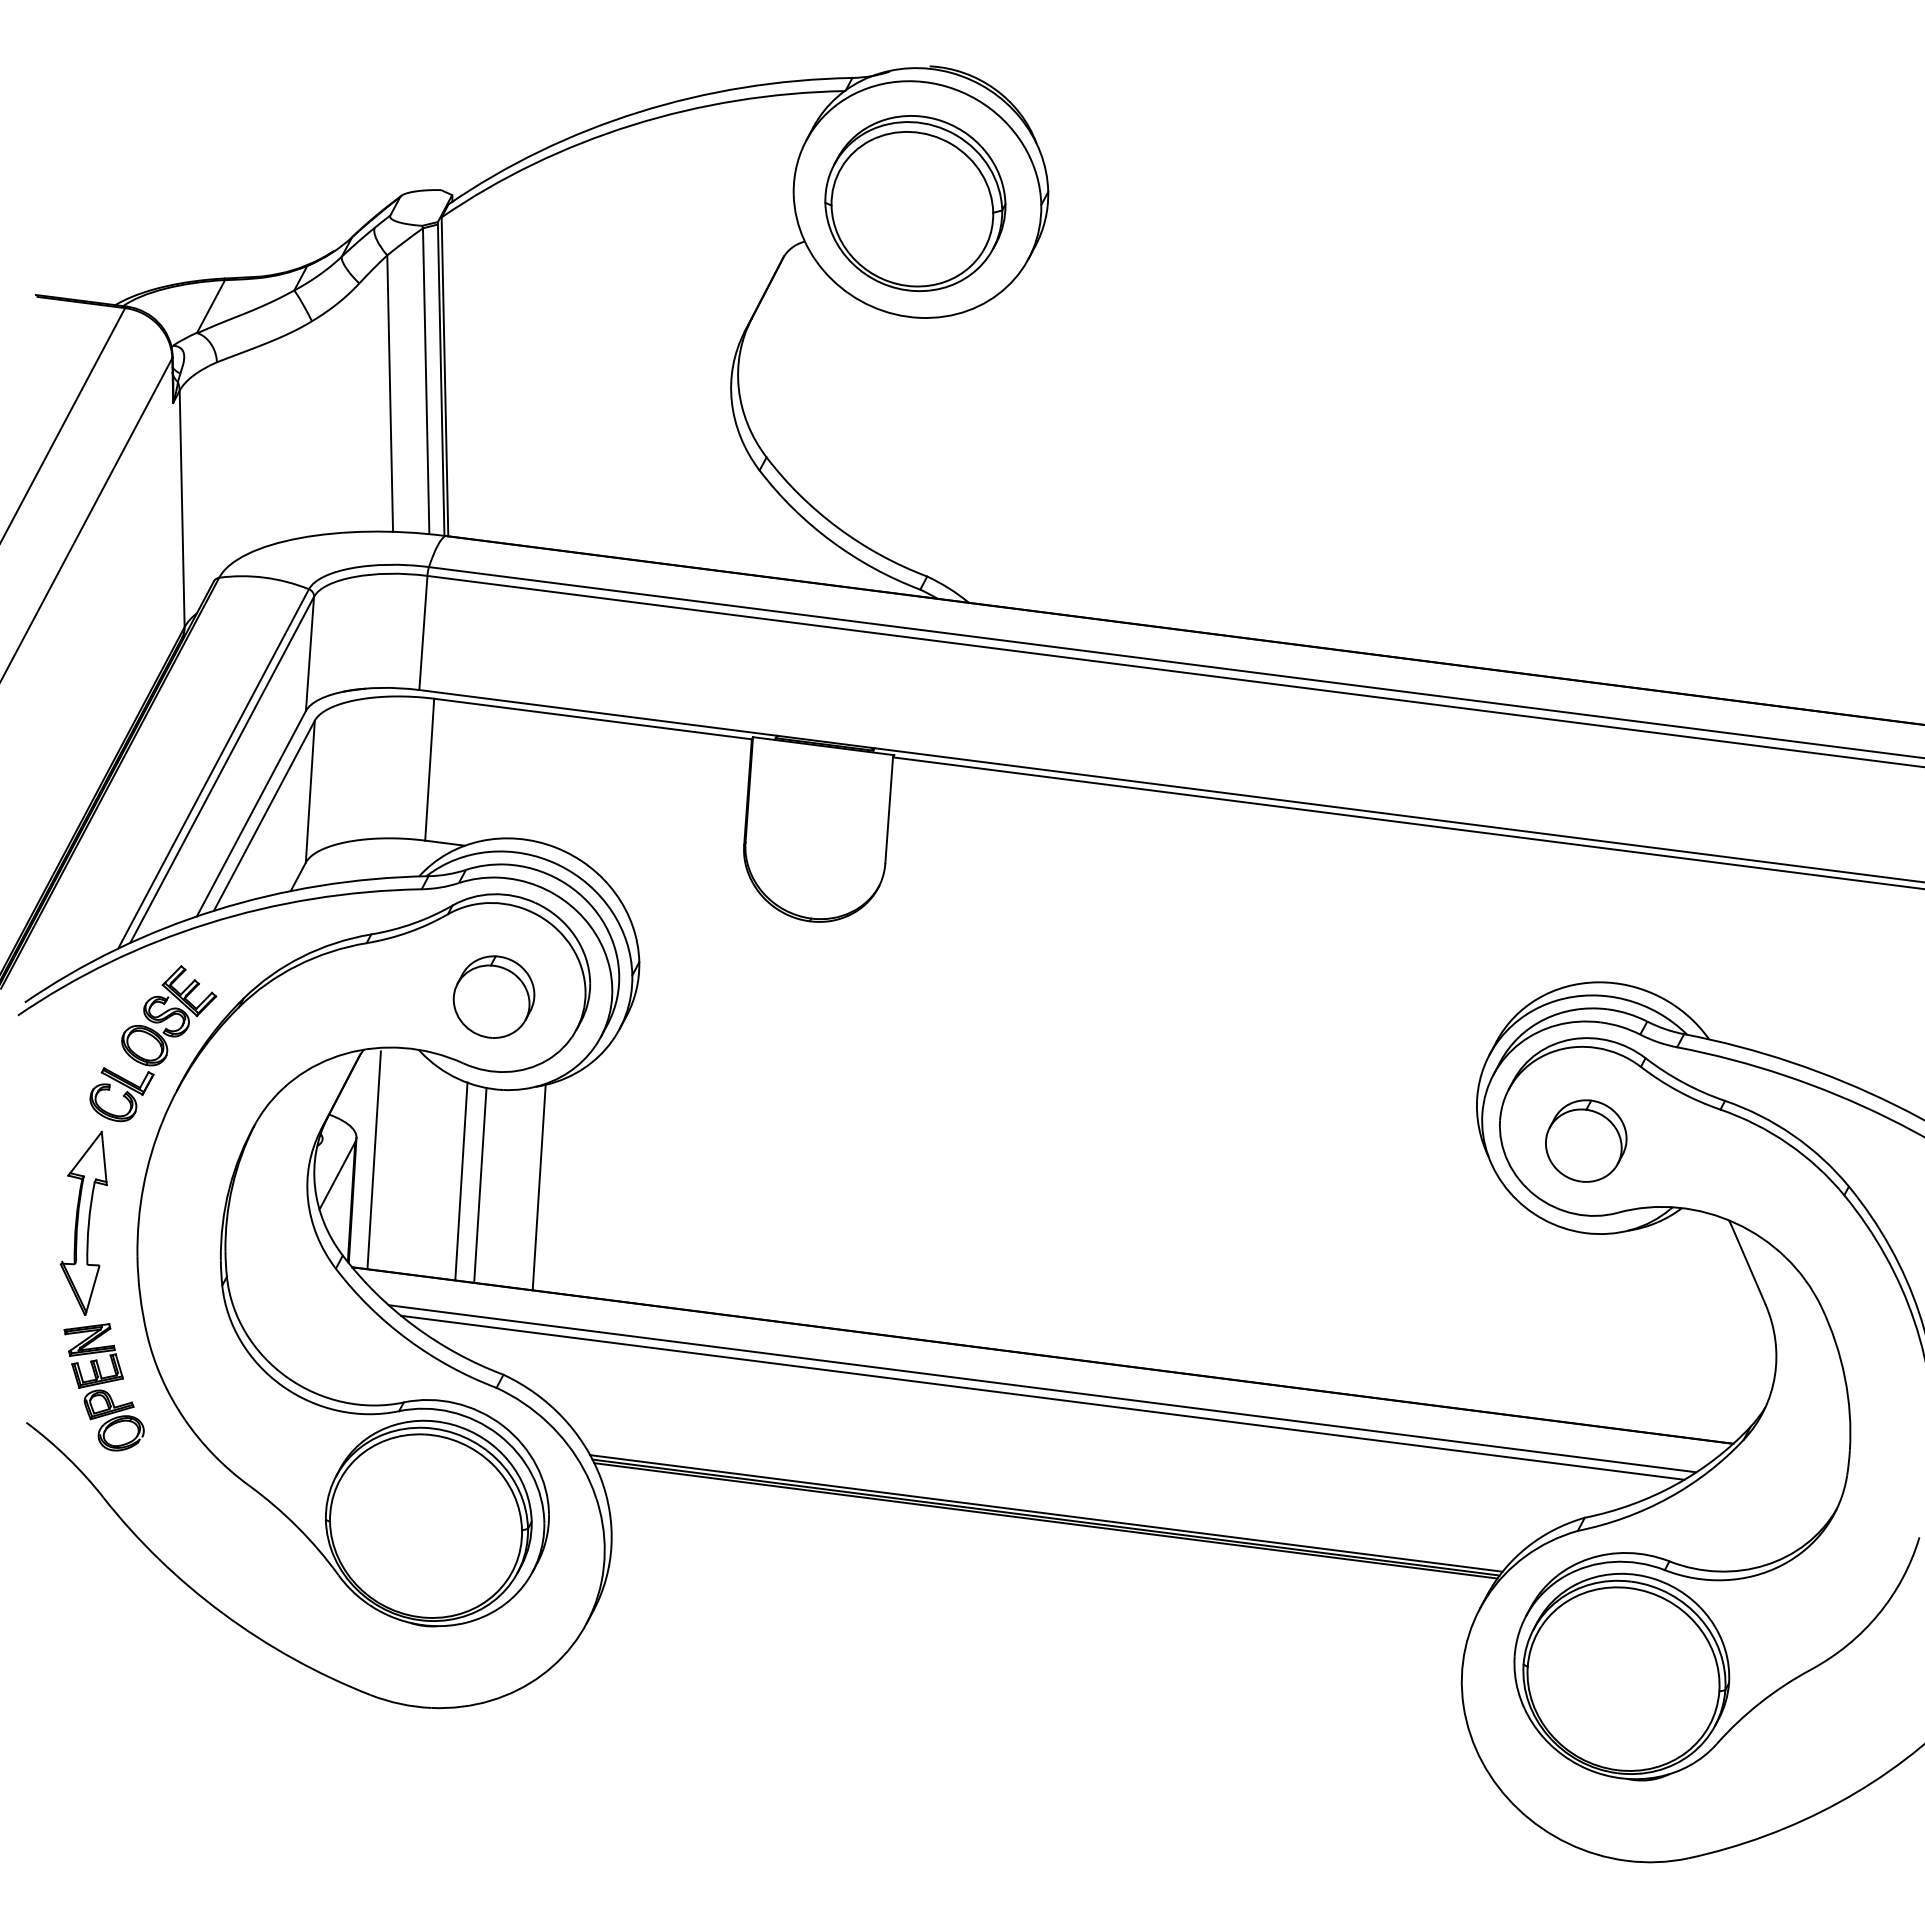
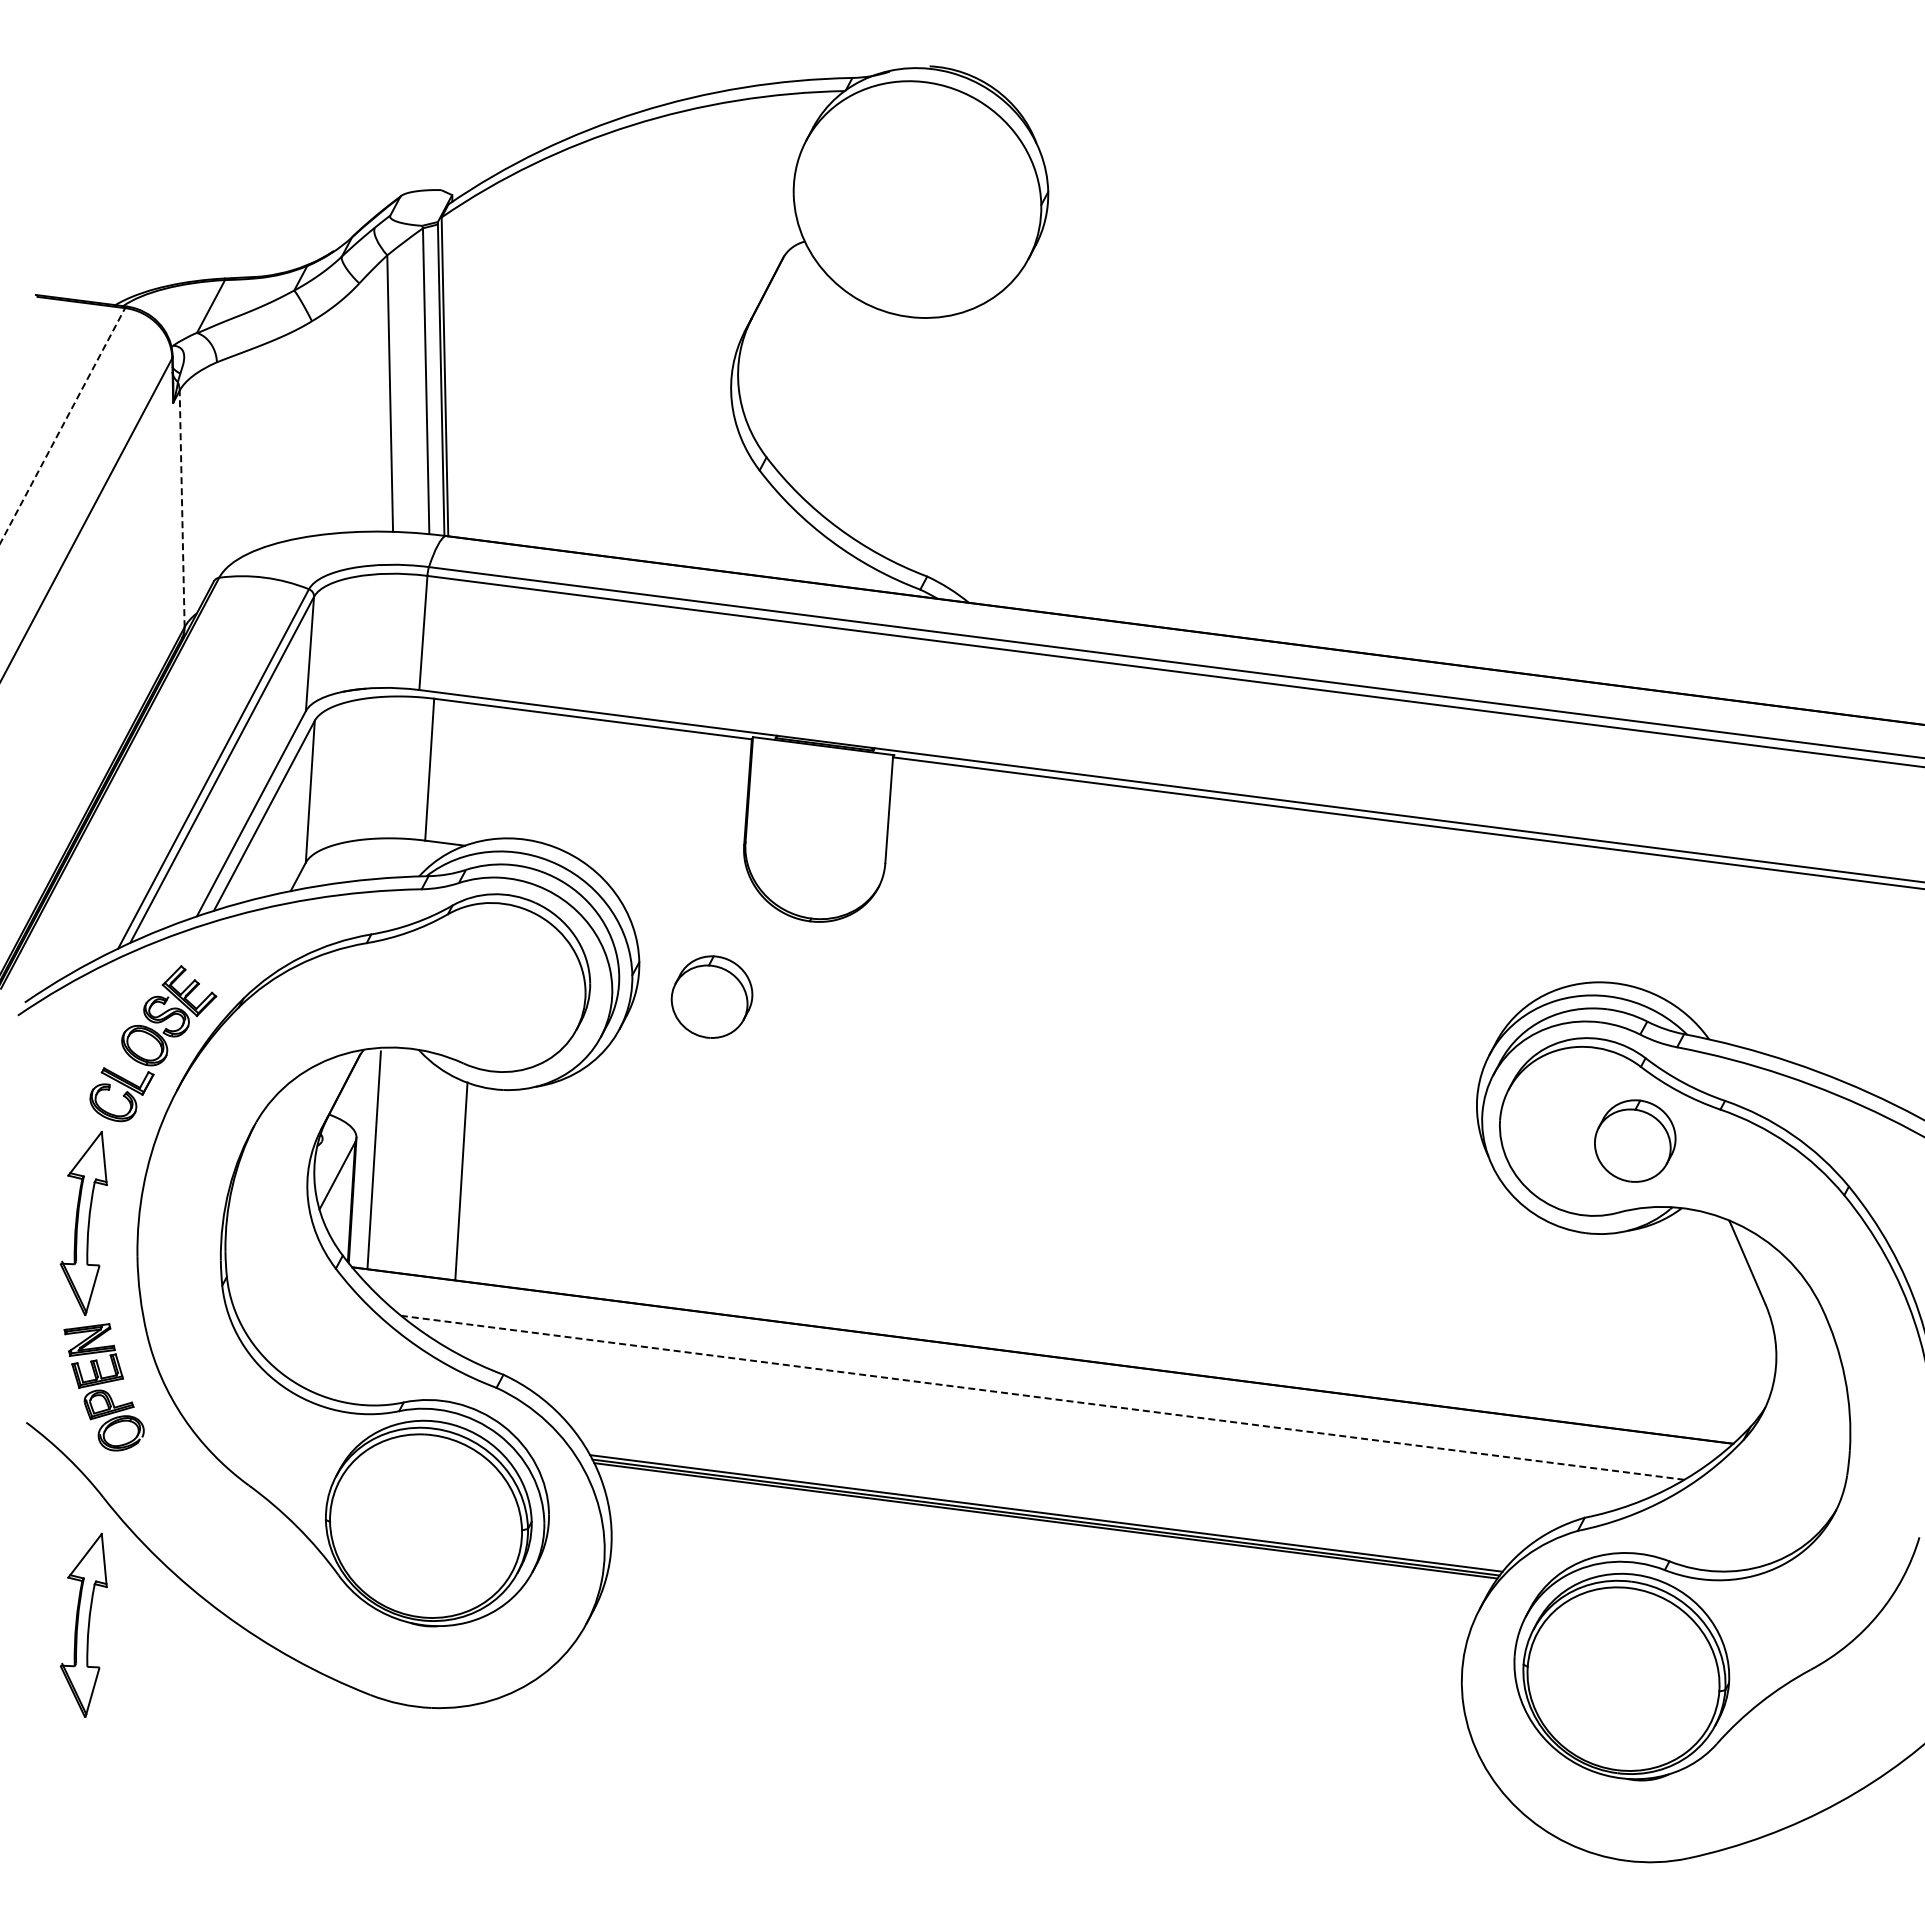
part at (915, 203): present -> none
line at (62, 425): solid -> dashed
line at (182, 508): solid -> dashed
part at (493, 996) position: (493, 996) -> (711, 996)
part at (1586, 1140) position: (1586, 1140) -> (1635, 1140)
line at (480, 1185): present -> none
line at (538, 1187): present -> none
line at (1042, 1388): present -> none
line at (1042, 1397): solid -> dashed
part at (83, 1624): none -> present
